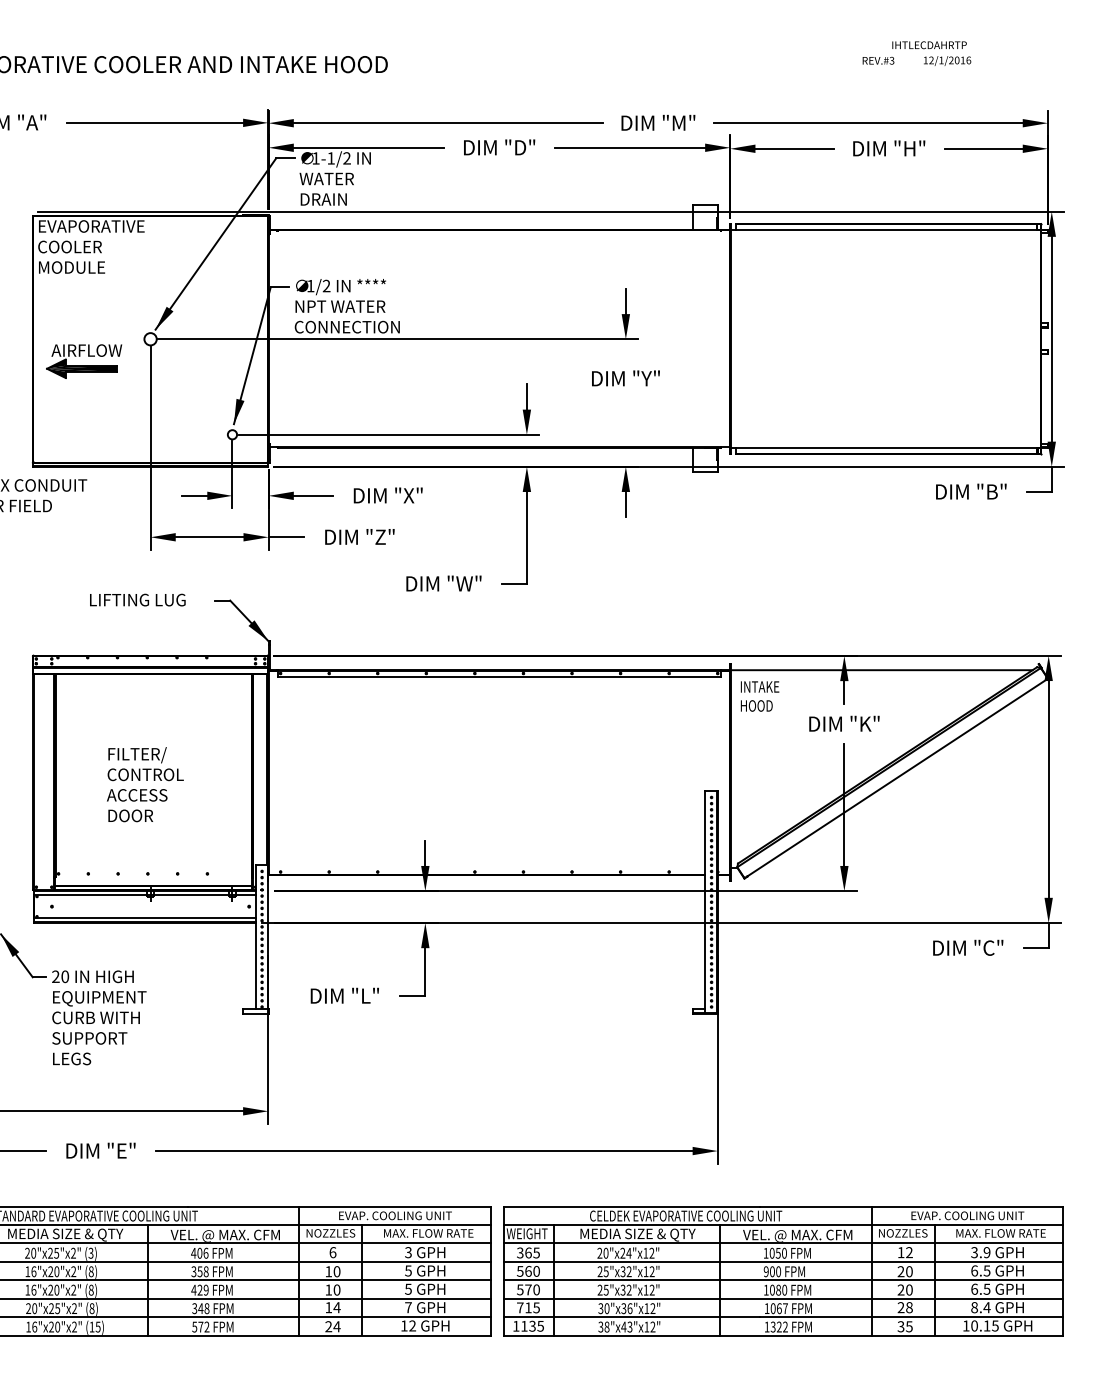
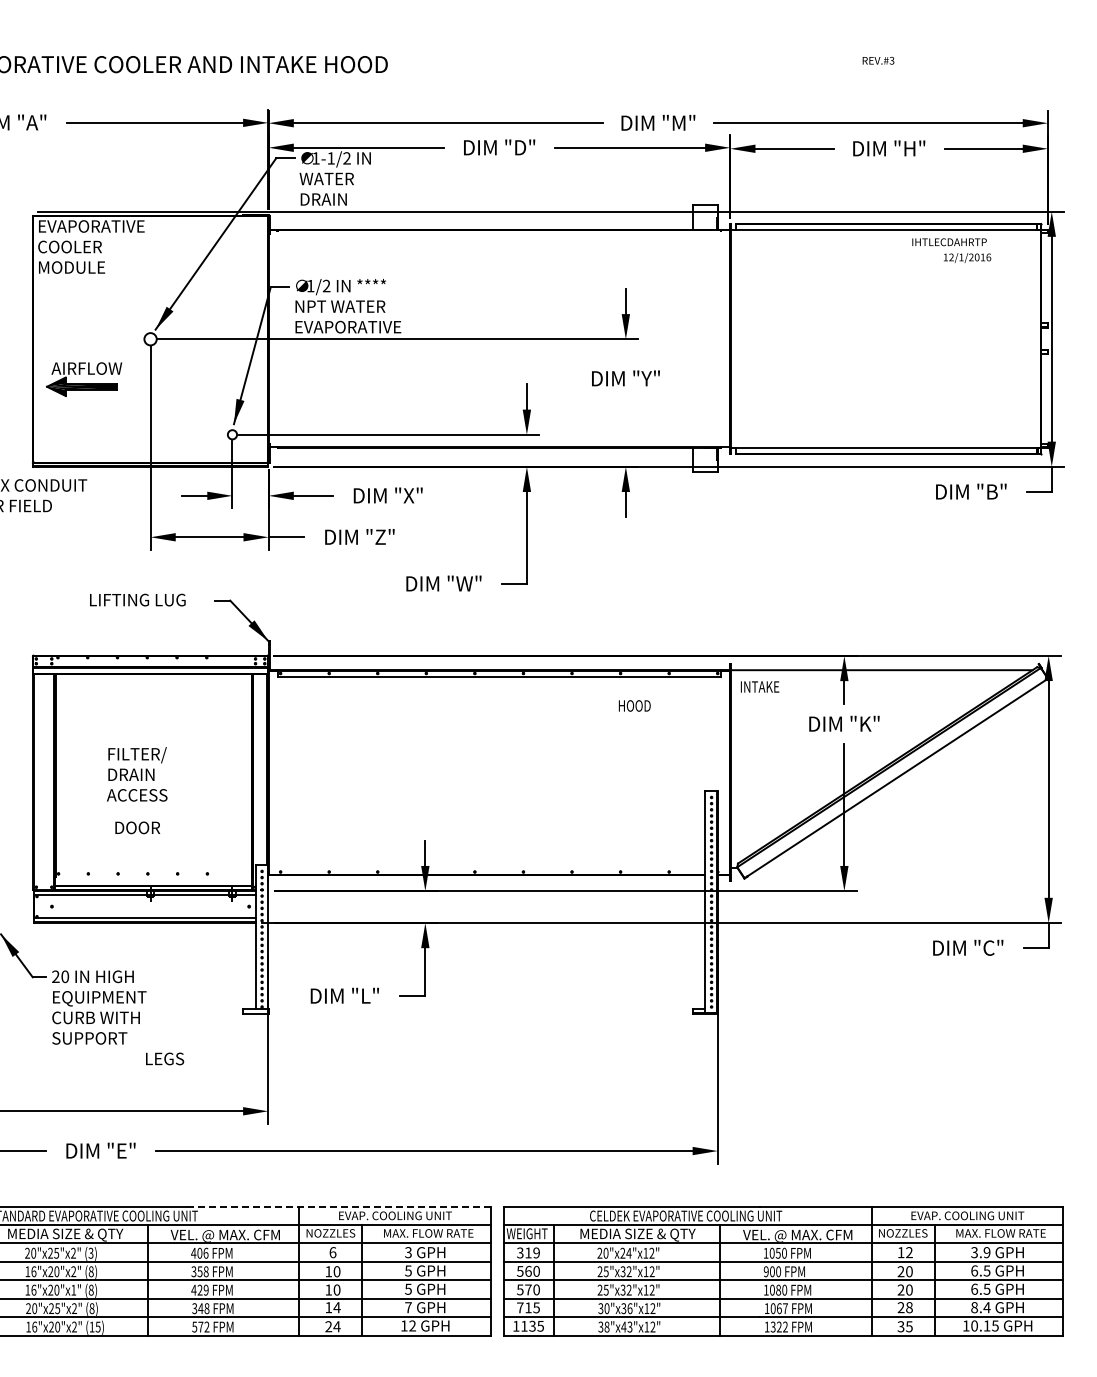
text at (931, 53) position: (931, 53) -> (951, 250)
text at (347, 326): CONNECTION -> EVAPORATIVE
part at (84, 361) position: (84, 361) -> (84, 379)
text at (756, 705) position: (756, 705) -> (634, 705)
text at (145, 774): CONTROL -> DRAIN
text at (130, 815) position: (130, 815) -> (137, 827)
text at (72, 1058) position: (72, 1058) -> (165, 1058)
line at (338, 1207): solid -> dashed
text at (532, 1252): 365 -> 319
text at (73, 1289): 16"x20"x2" -> 16"x20"x1"
